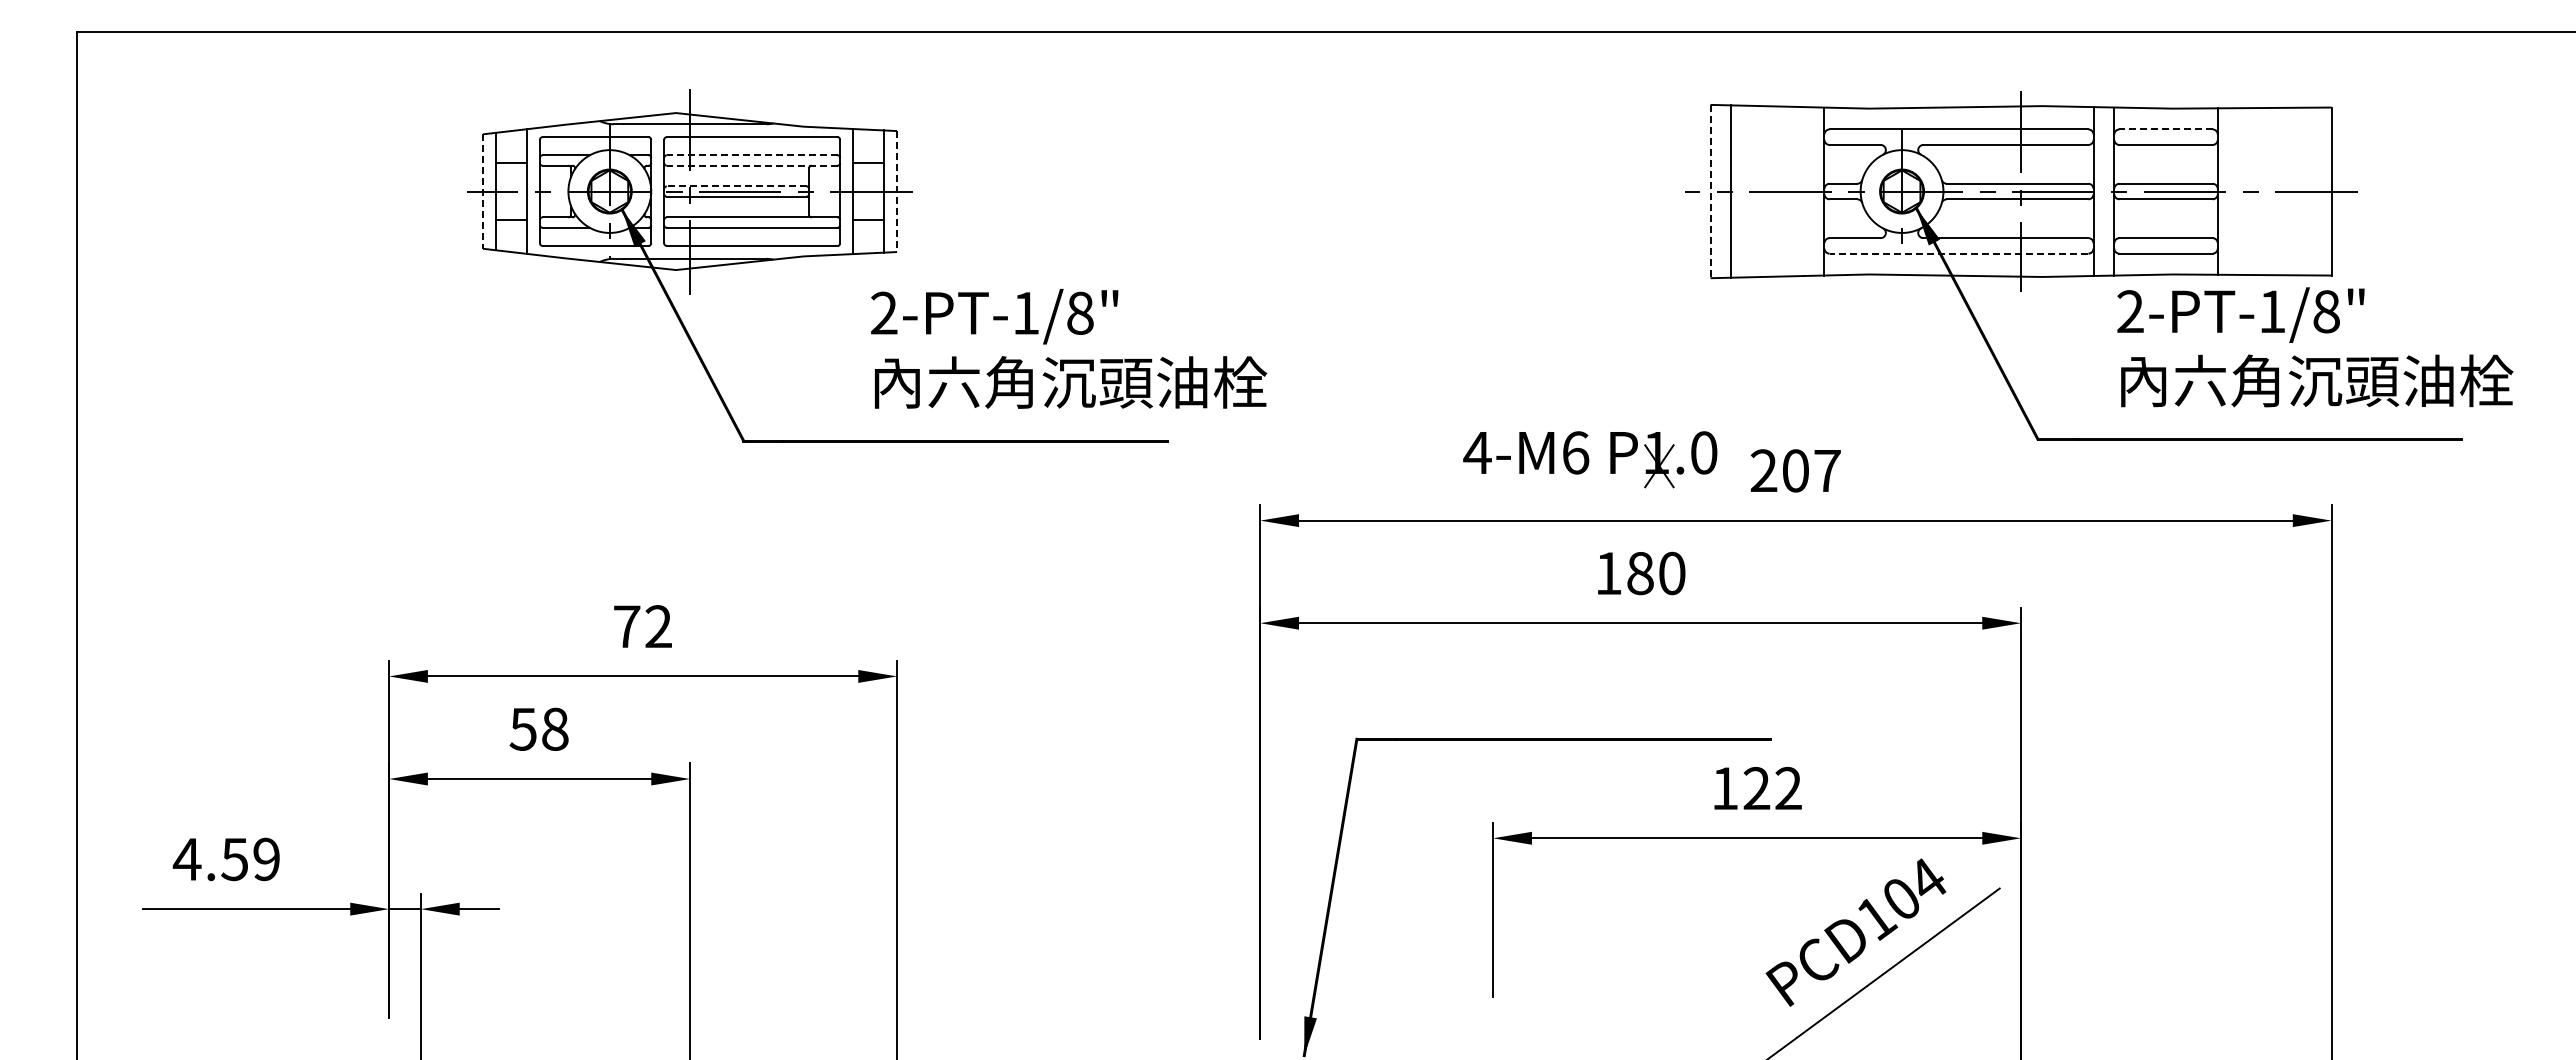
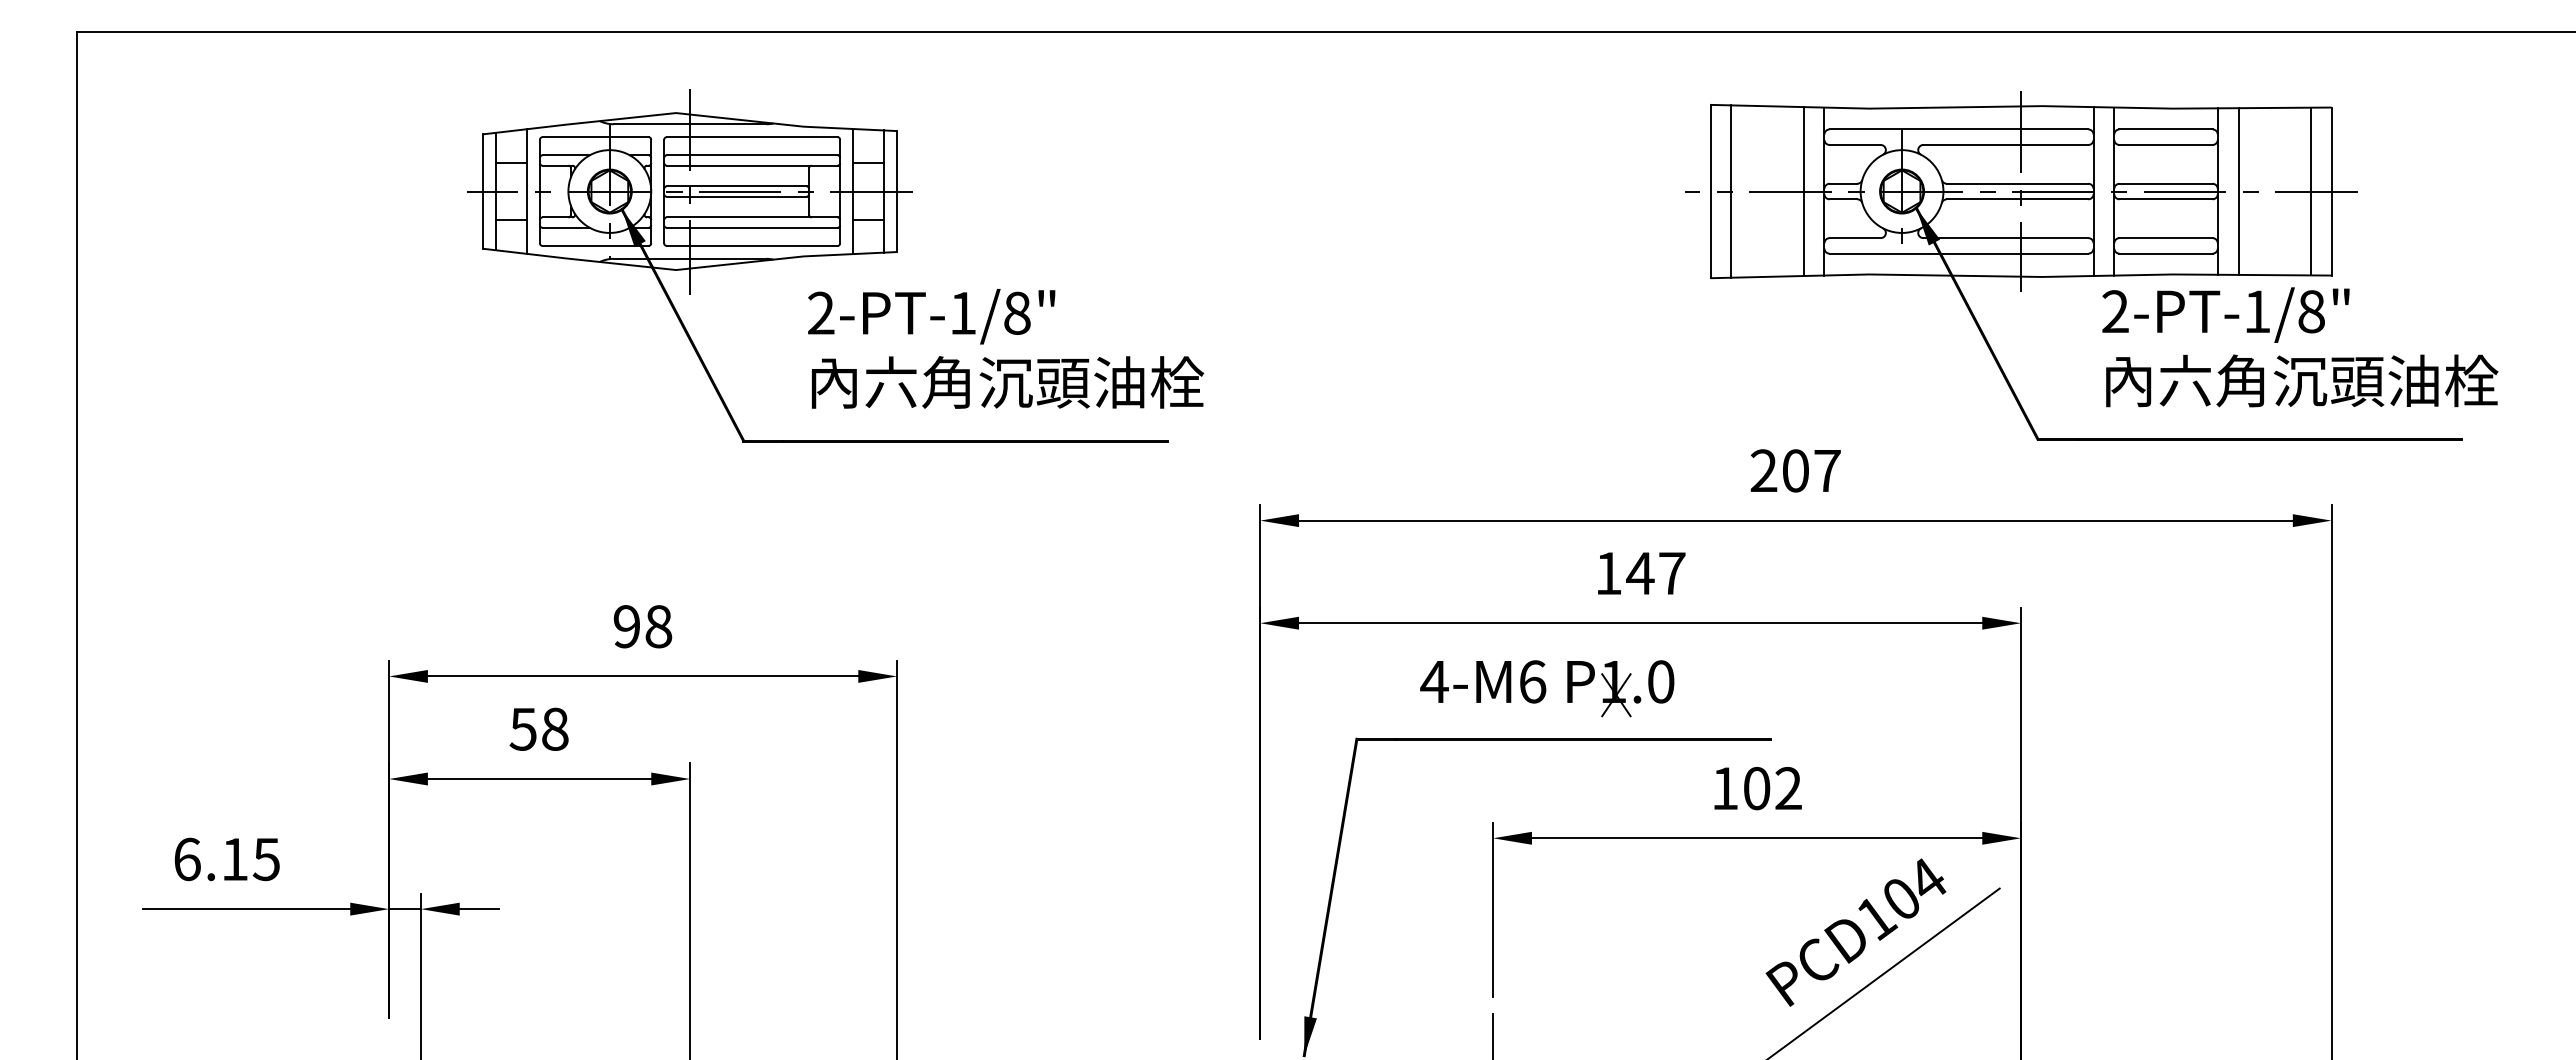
line at (2166, 129): dashed -> solid
line at (751, 155): dashed -> solid
line at (751, 165): dashed -> solid
line at (736, 186): dashed -> solid
line at (1710, 191): dashed -> solid
line at (1803, 191): none -> present
line at (2238, 191): none -> present
line at (2310, 191): none -> present
line at (483, 192): dashed -> solid
line at (897, 192): dashed -> solid
line at (1958, 253): dashed -> solid
text at (2315, 347) position: (2315, 347) -> (2300, 347)
text at (1069, 348) position: (1069, 348) -> (1006, 348)
part at (1590, 459) position: (1590, 459) -> (1547, 688)
text at (1655, 573): 180 -> 147
text at (642, 626): 72 -> 98
text at (1756, 788): 122 -> 102
text at (225, 859): 4.59 -> 6.15
line at (1493, 1034): none -> present
